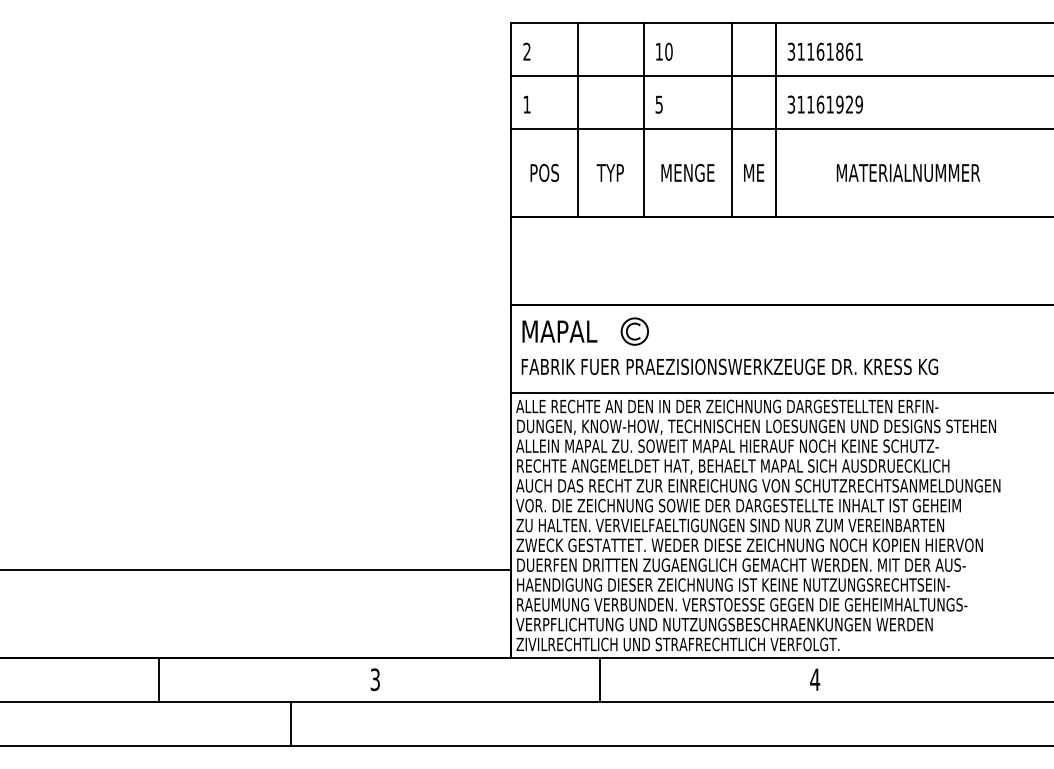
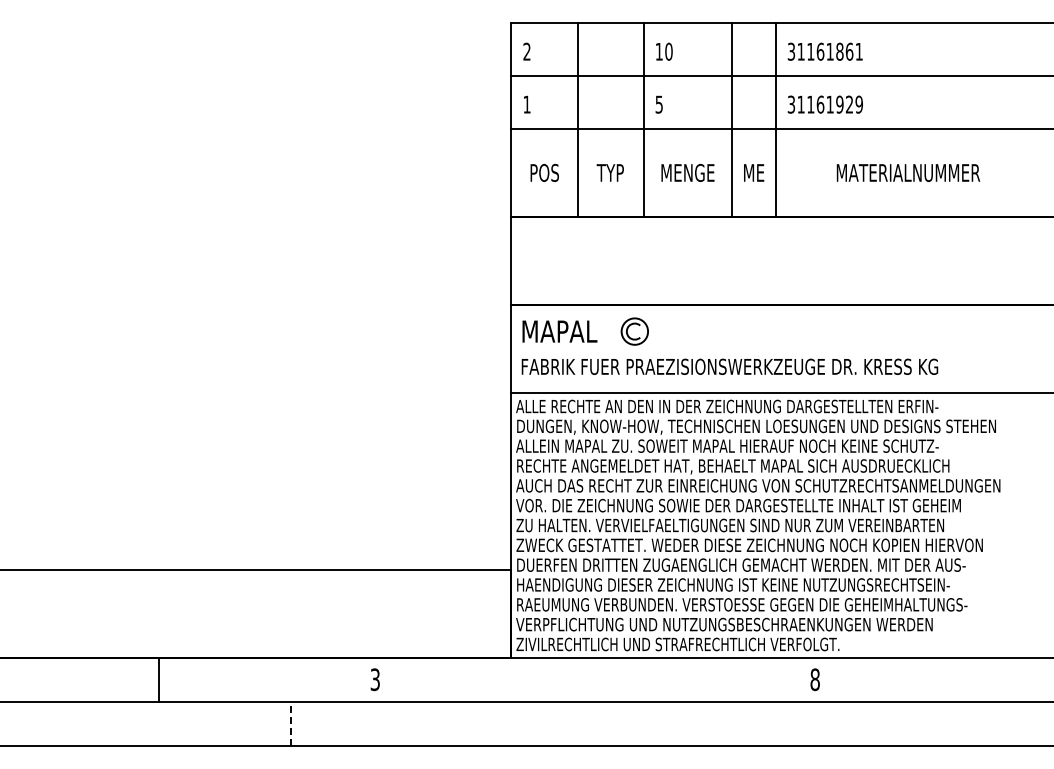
line at (599, 679): present -> none
text at (815, 679): 4 -> 8
line at (291, 723): solid -> dashed
